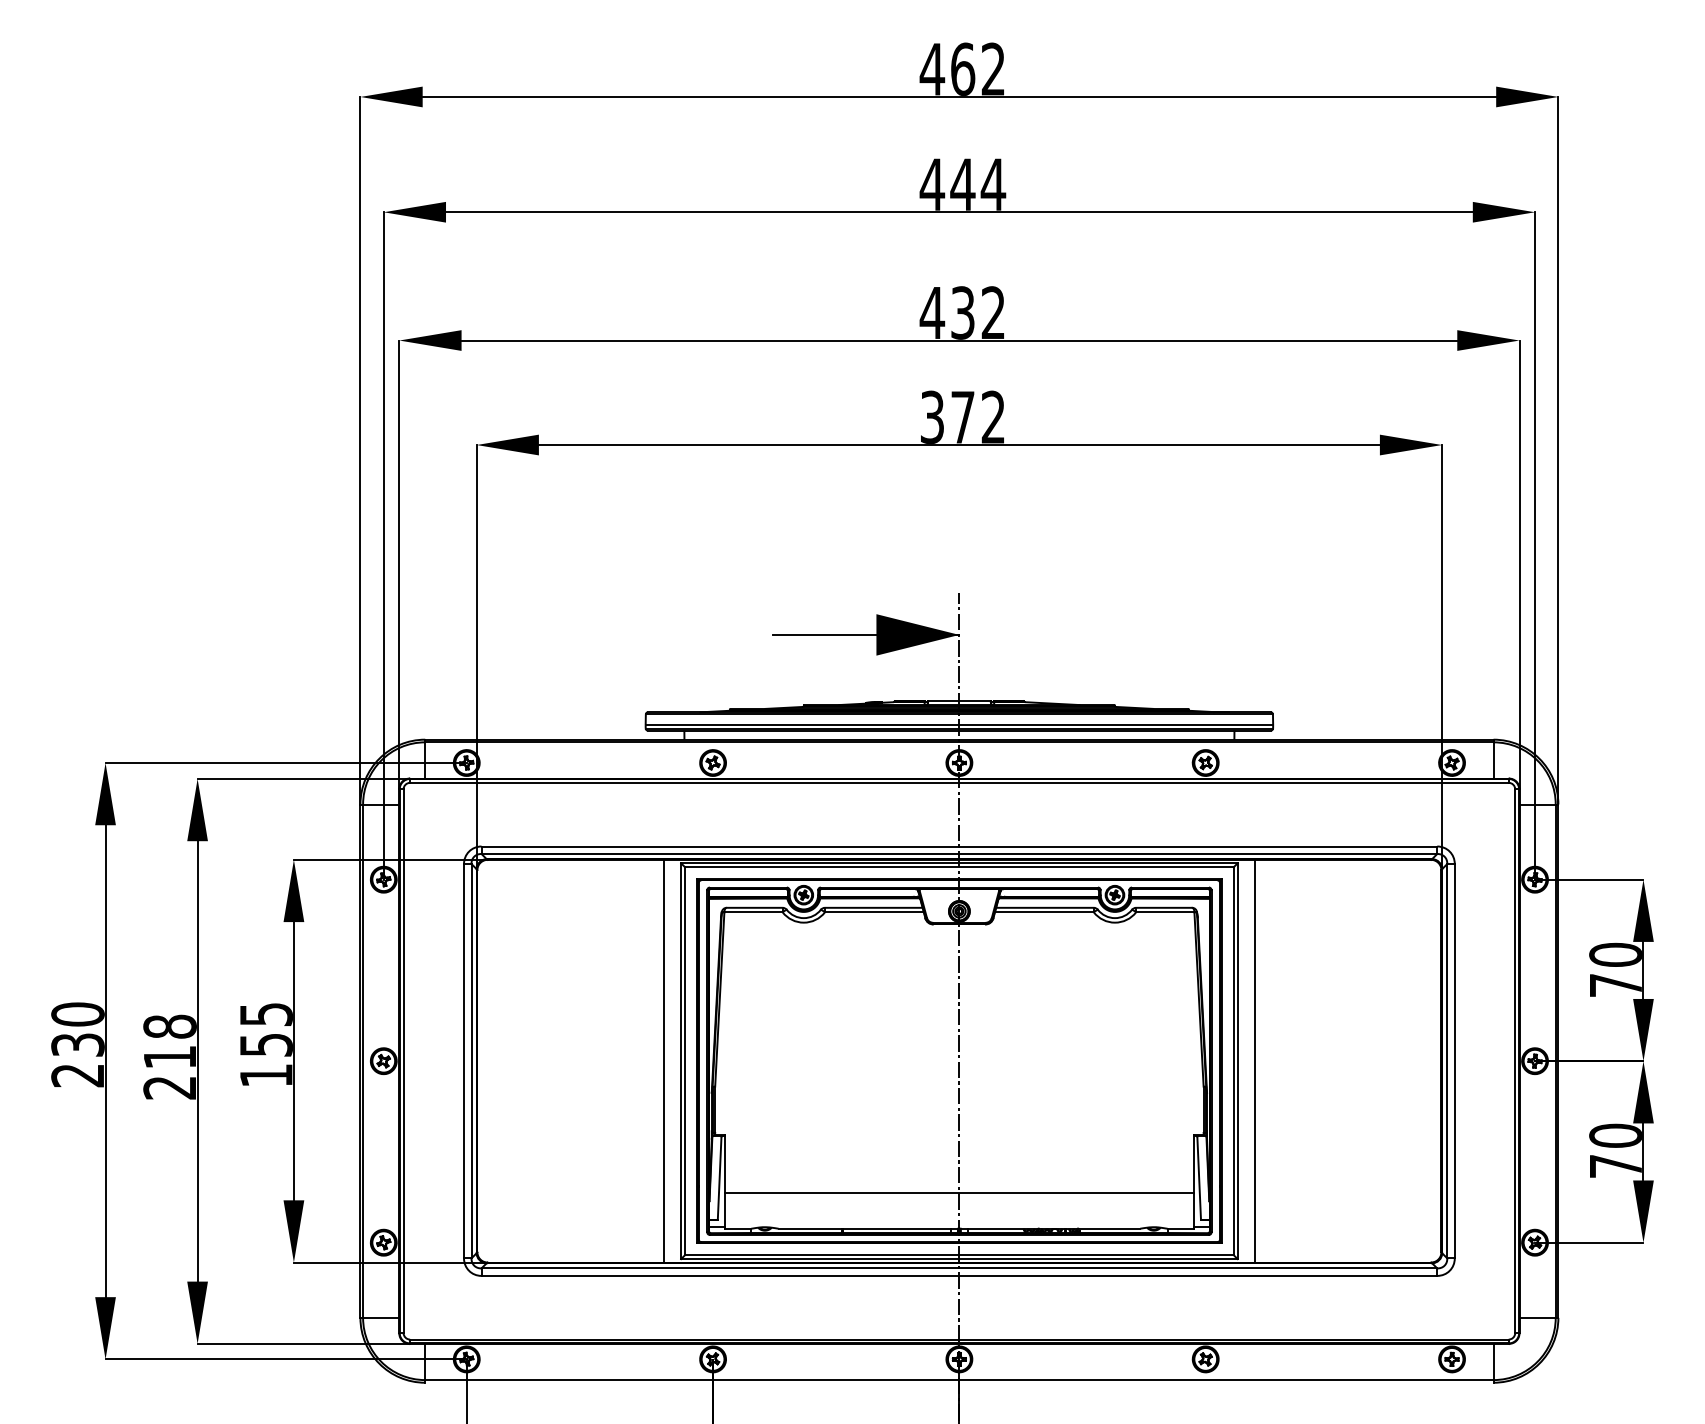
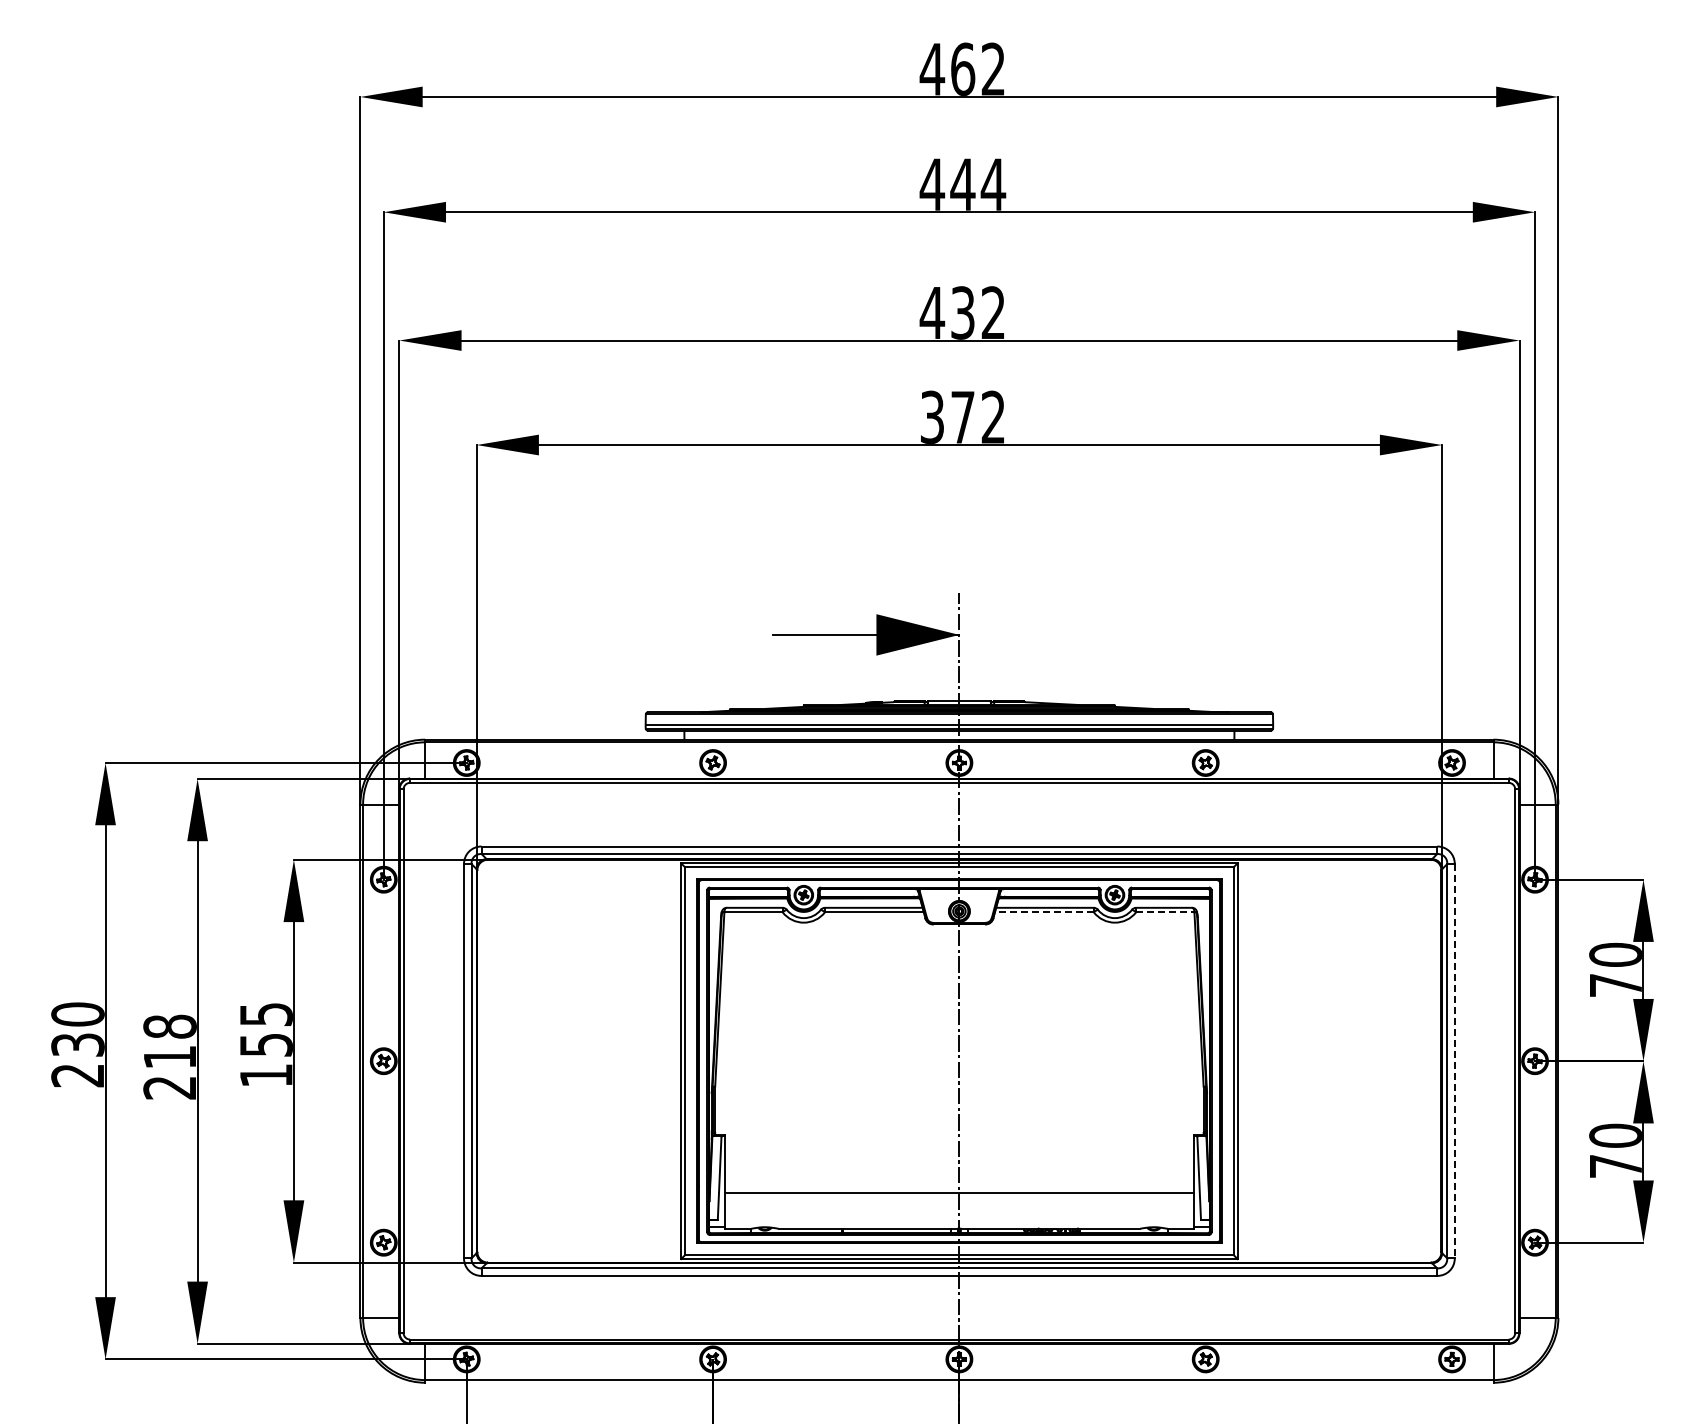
line at (1043, 912): solid -> dashed
line at (1165, 912): solid -> dashed
line at (663, 1060): present -> none
line at (1255, 1060): present -> none
line at (1454, 1061): solid -> dashed
